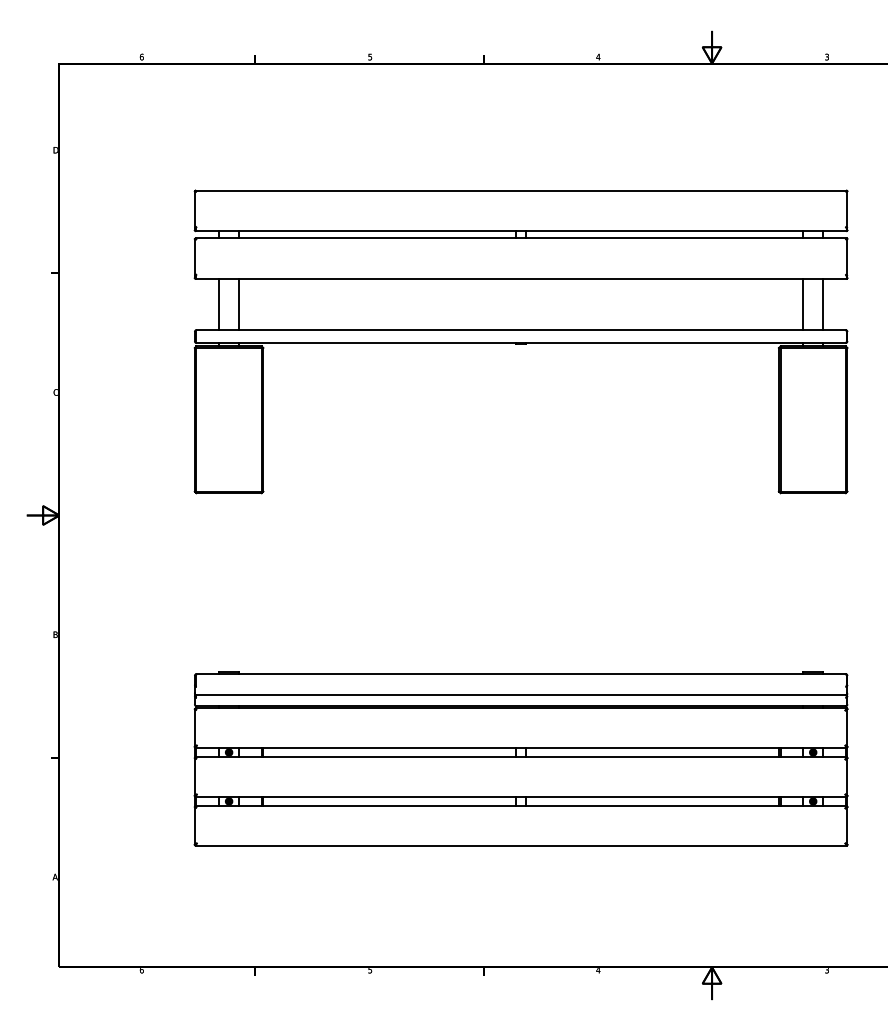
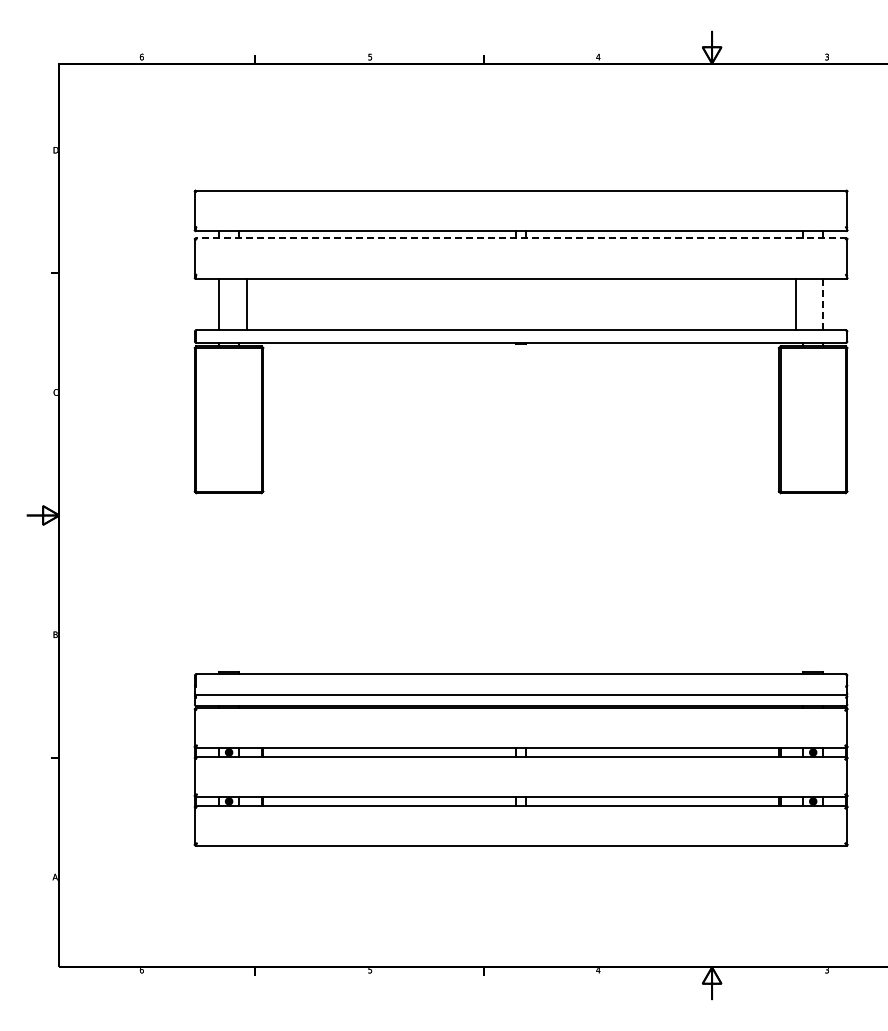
line at (521, 238): solid -> dashed
line at (238, 304) position: (238, 304) -> (246, 304)
line at (803, 304) position: (803, 304) -> (796, 304)
line at (822, 304): solid -> dashed
